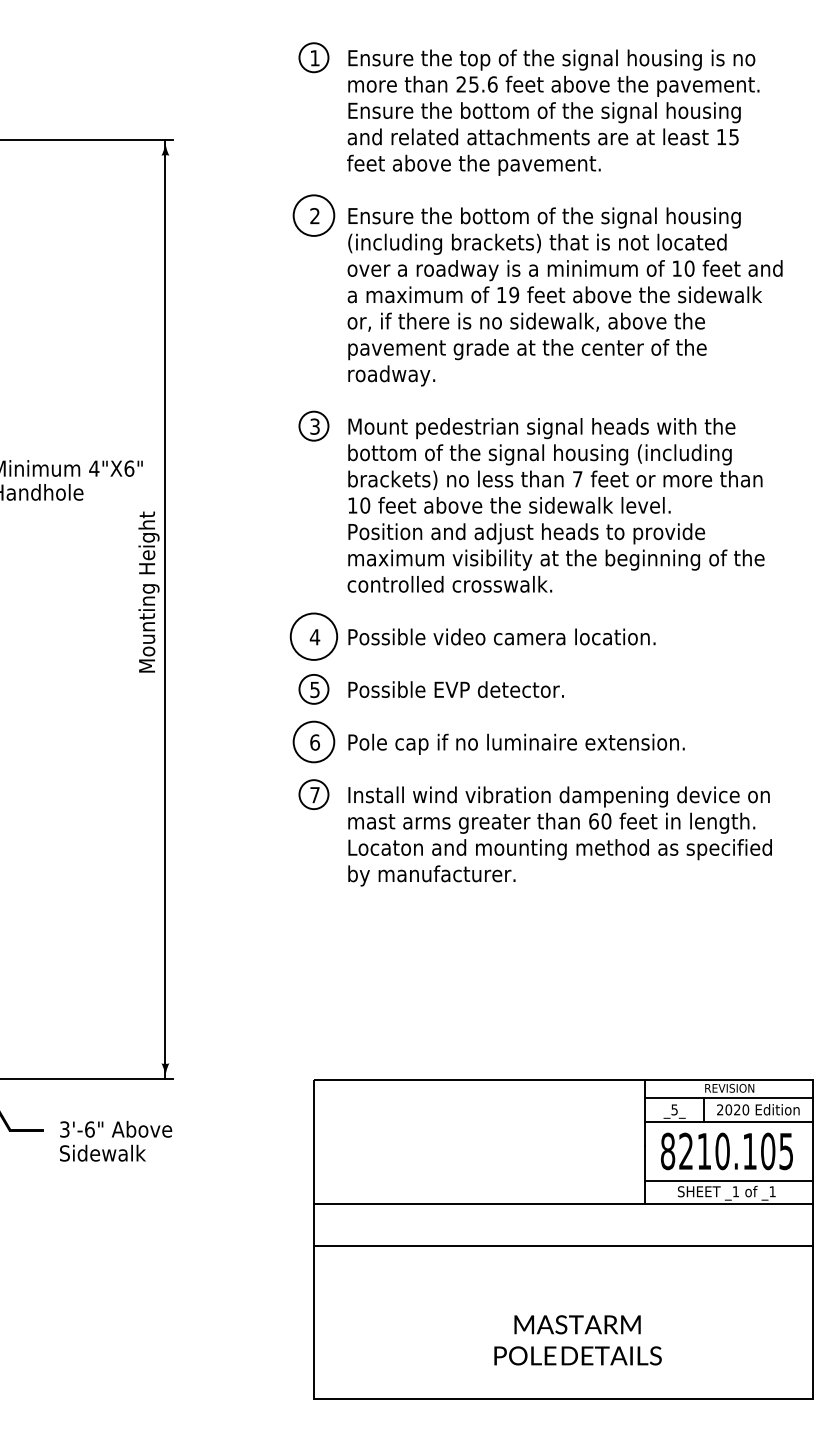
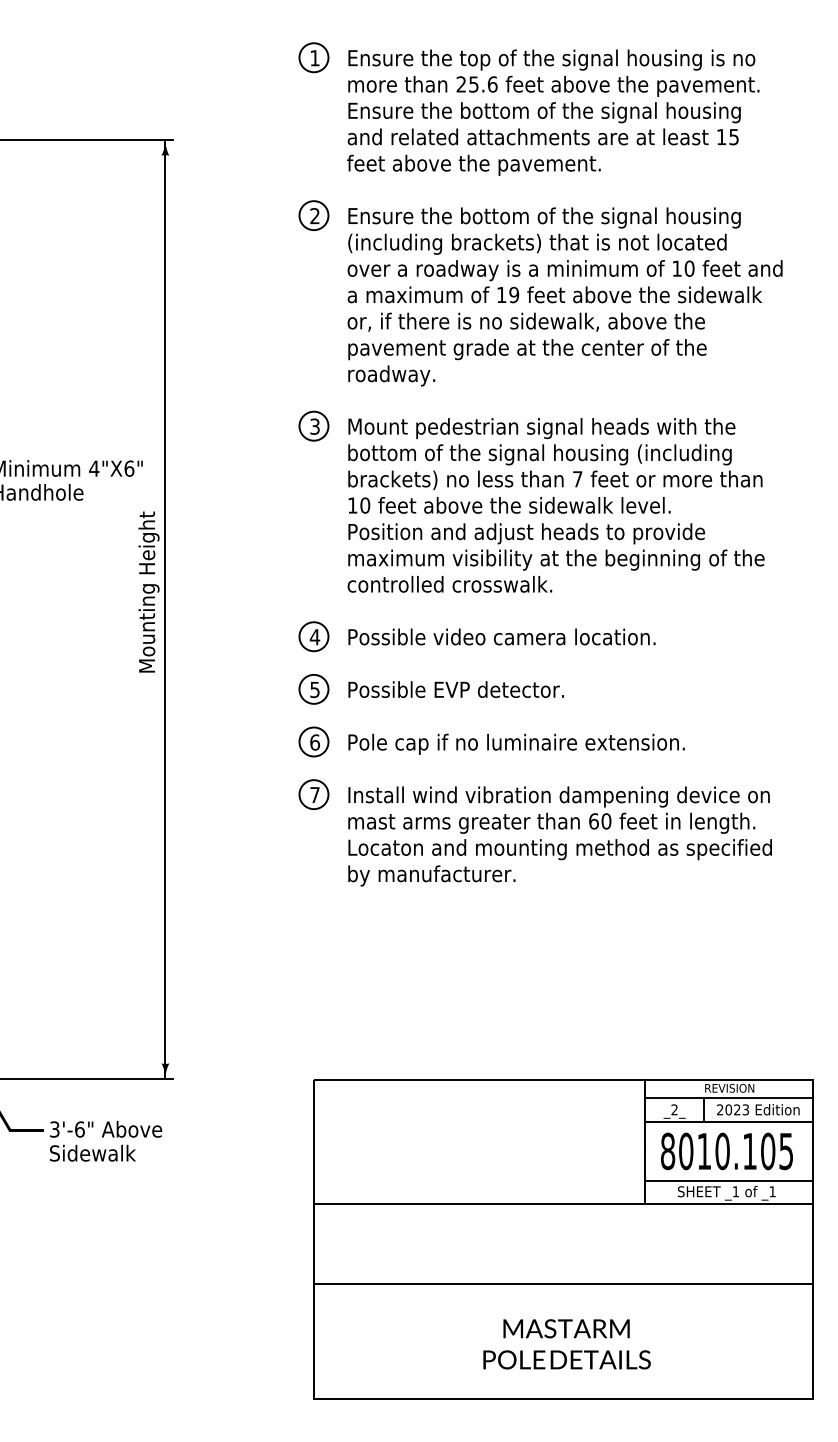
circle at (313, 215) diameter: 41 px -> 29 px
circle at (313, 636) diameter: 46 px -> 29 px
circle at (313, 741) diameter: 41 px -> 29 px
text at (674, 1109): _5_ -> _2_
text at (745, 1109): 2020 -> 2023
text at (116, 1141) position: (116, 1141) -> (106, 1141)
text at (686, 1151): 8210.105 -> 8010.105
line at (562, 1245) position: (562, 1245) -> (562, 1283)
text at (577, 1340) position: (577, 1340) -> (566, 1344)
